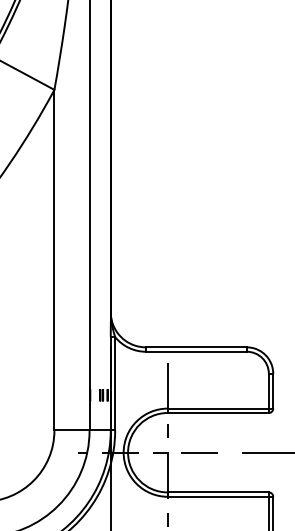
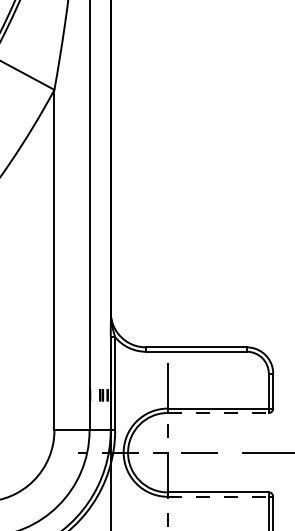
line at (218, 413): solid -> dashed
line at (218, 496): solid -> dashed
